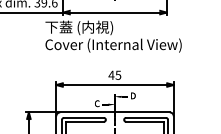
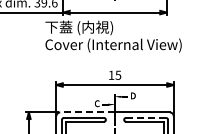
text at (111, 74): 45 -> 15
line at (87, 112): solid -> dashed
line at (146, 117): solid -> dashed
